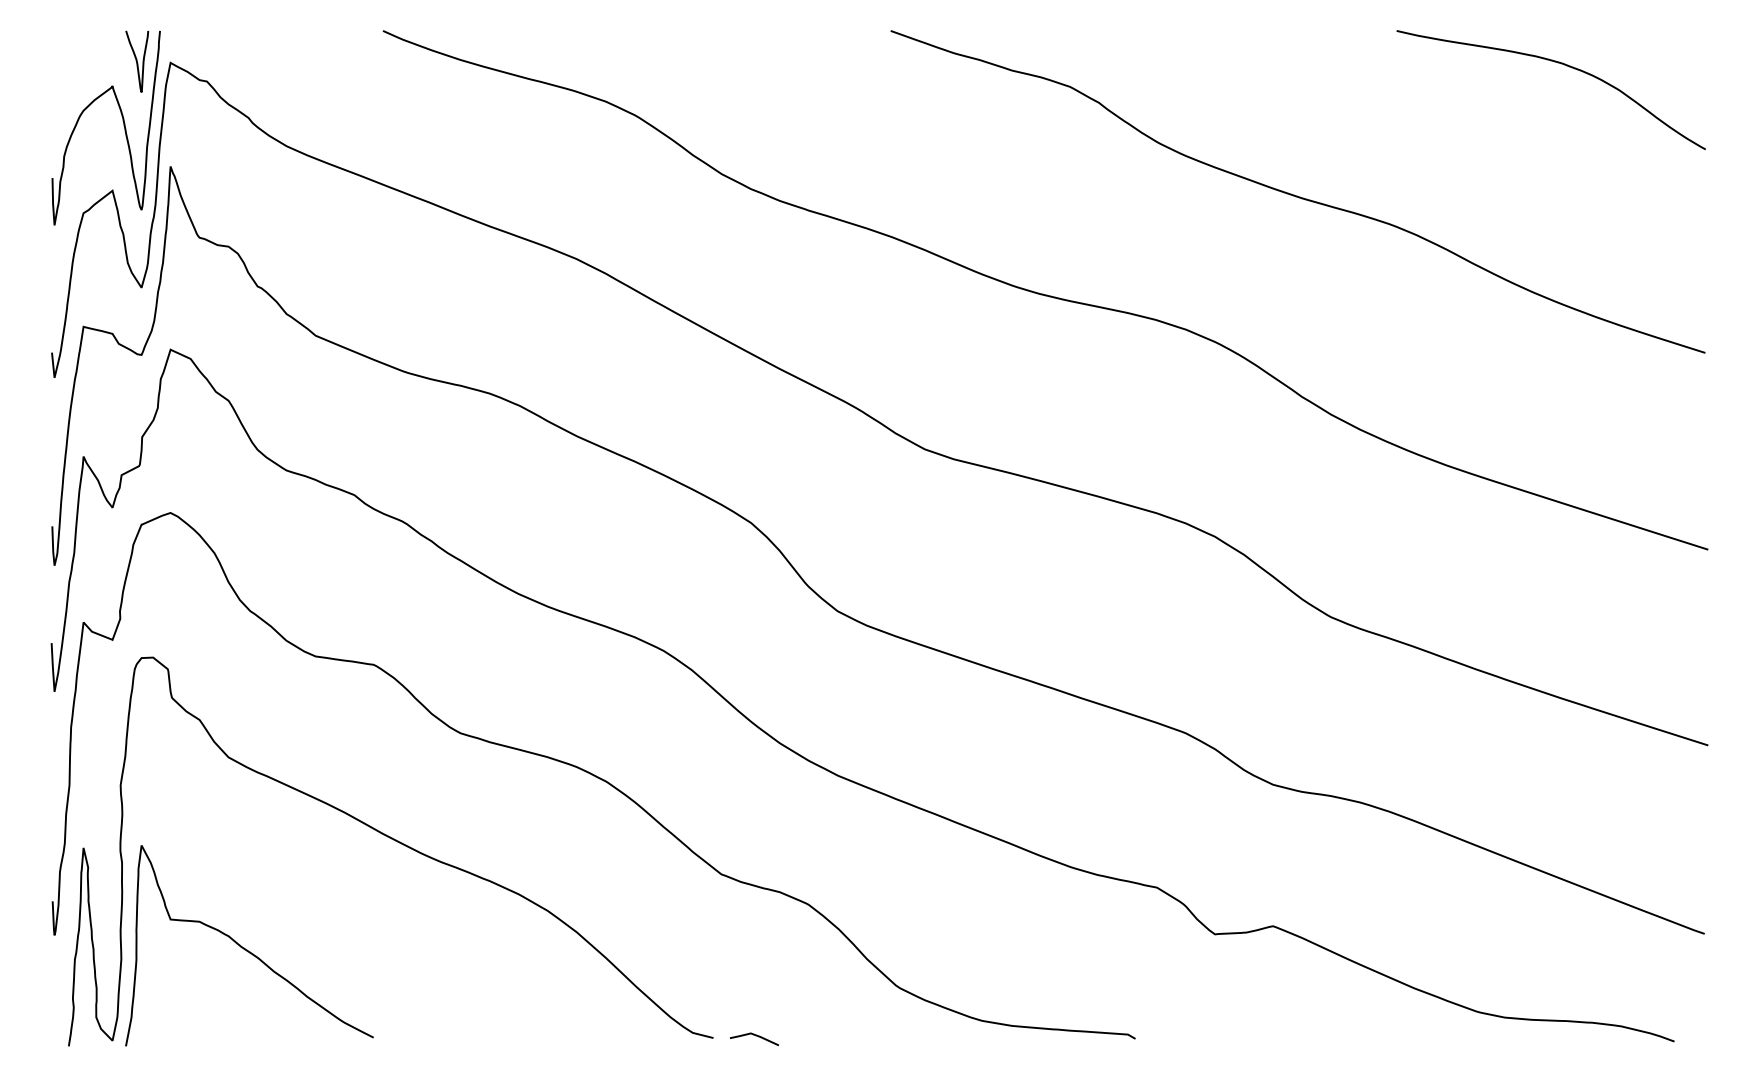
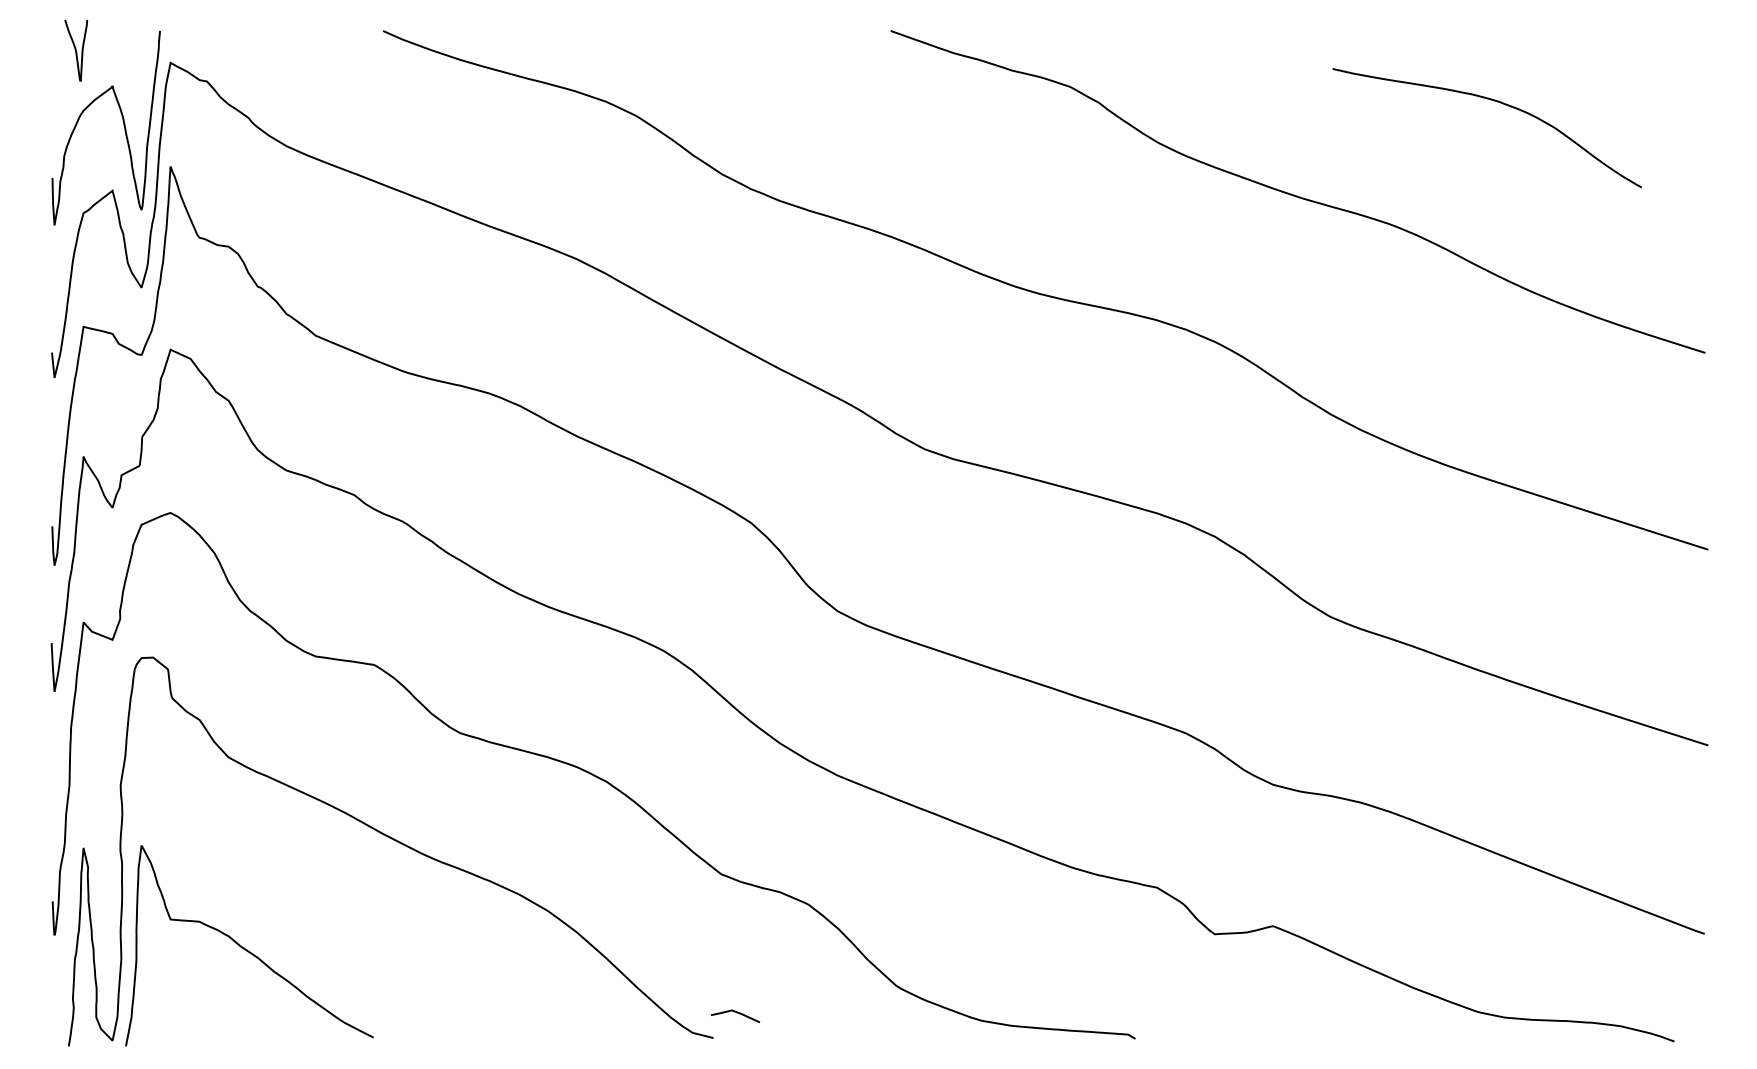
curve at (137, 61) position: (137, 61) -> (76, 50)
curve at (1557, 63) position: (1557, 63) -> (1493, 101)
line at (755, 1036) position: (755, 1036) -> (736, 1013)
